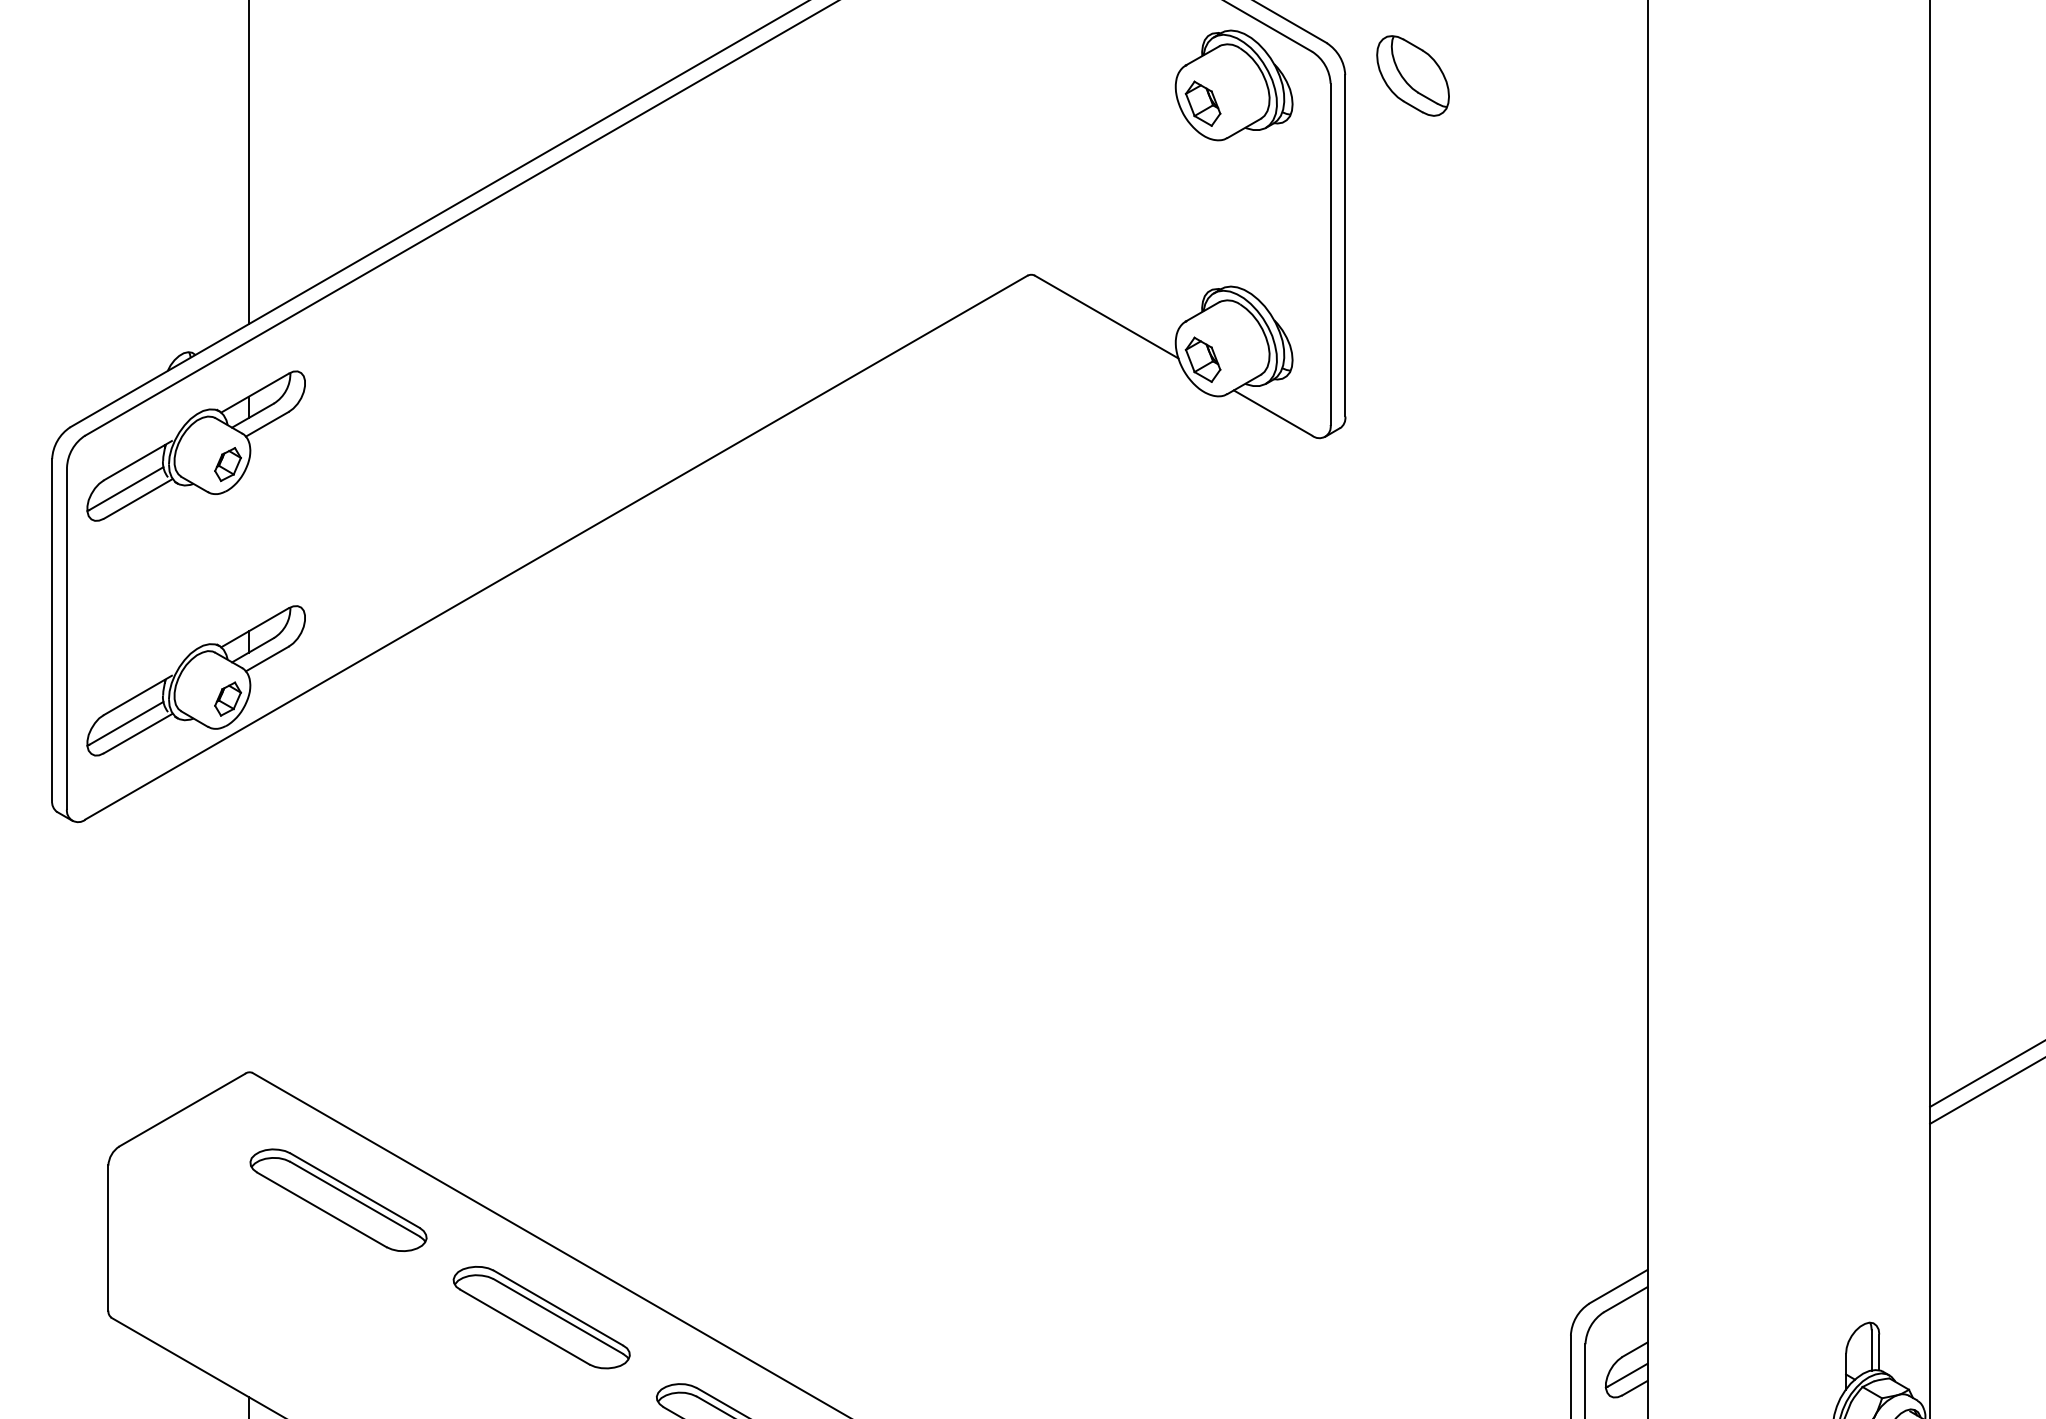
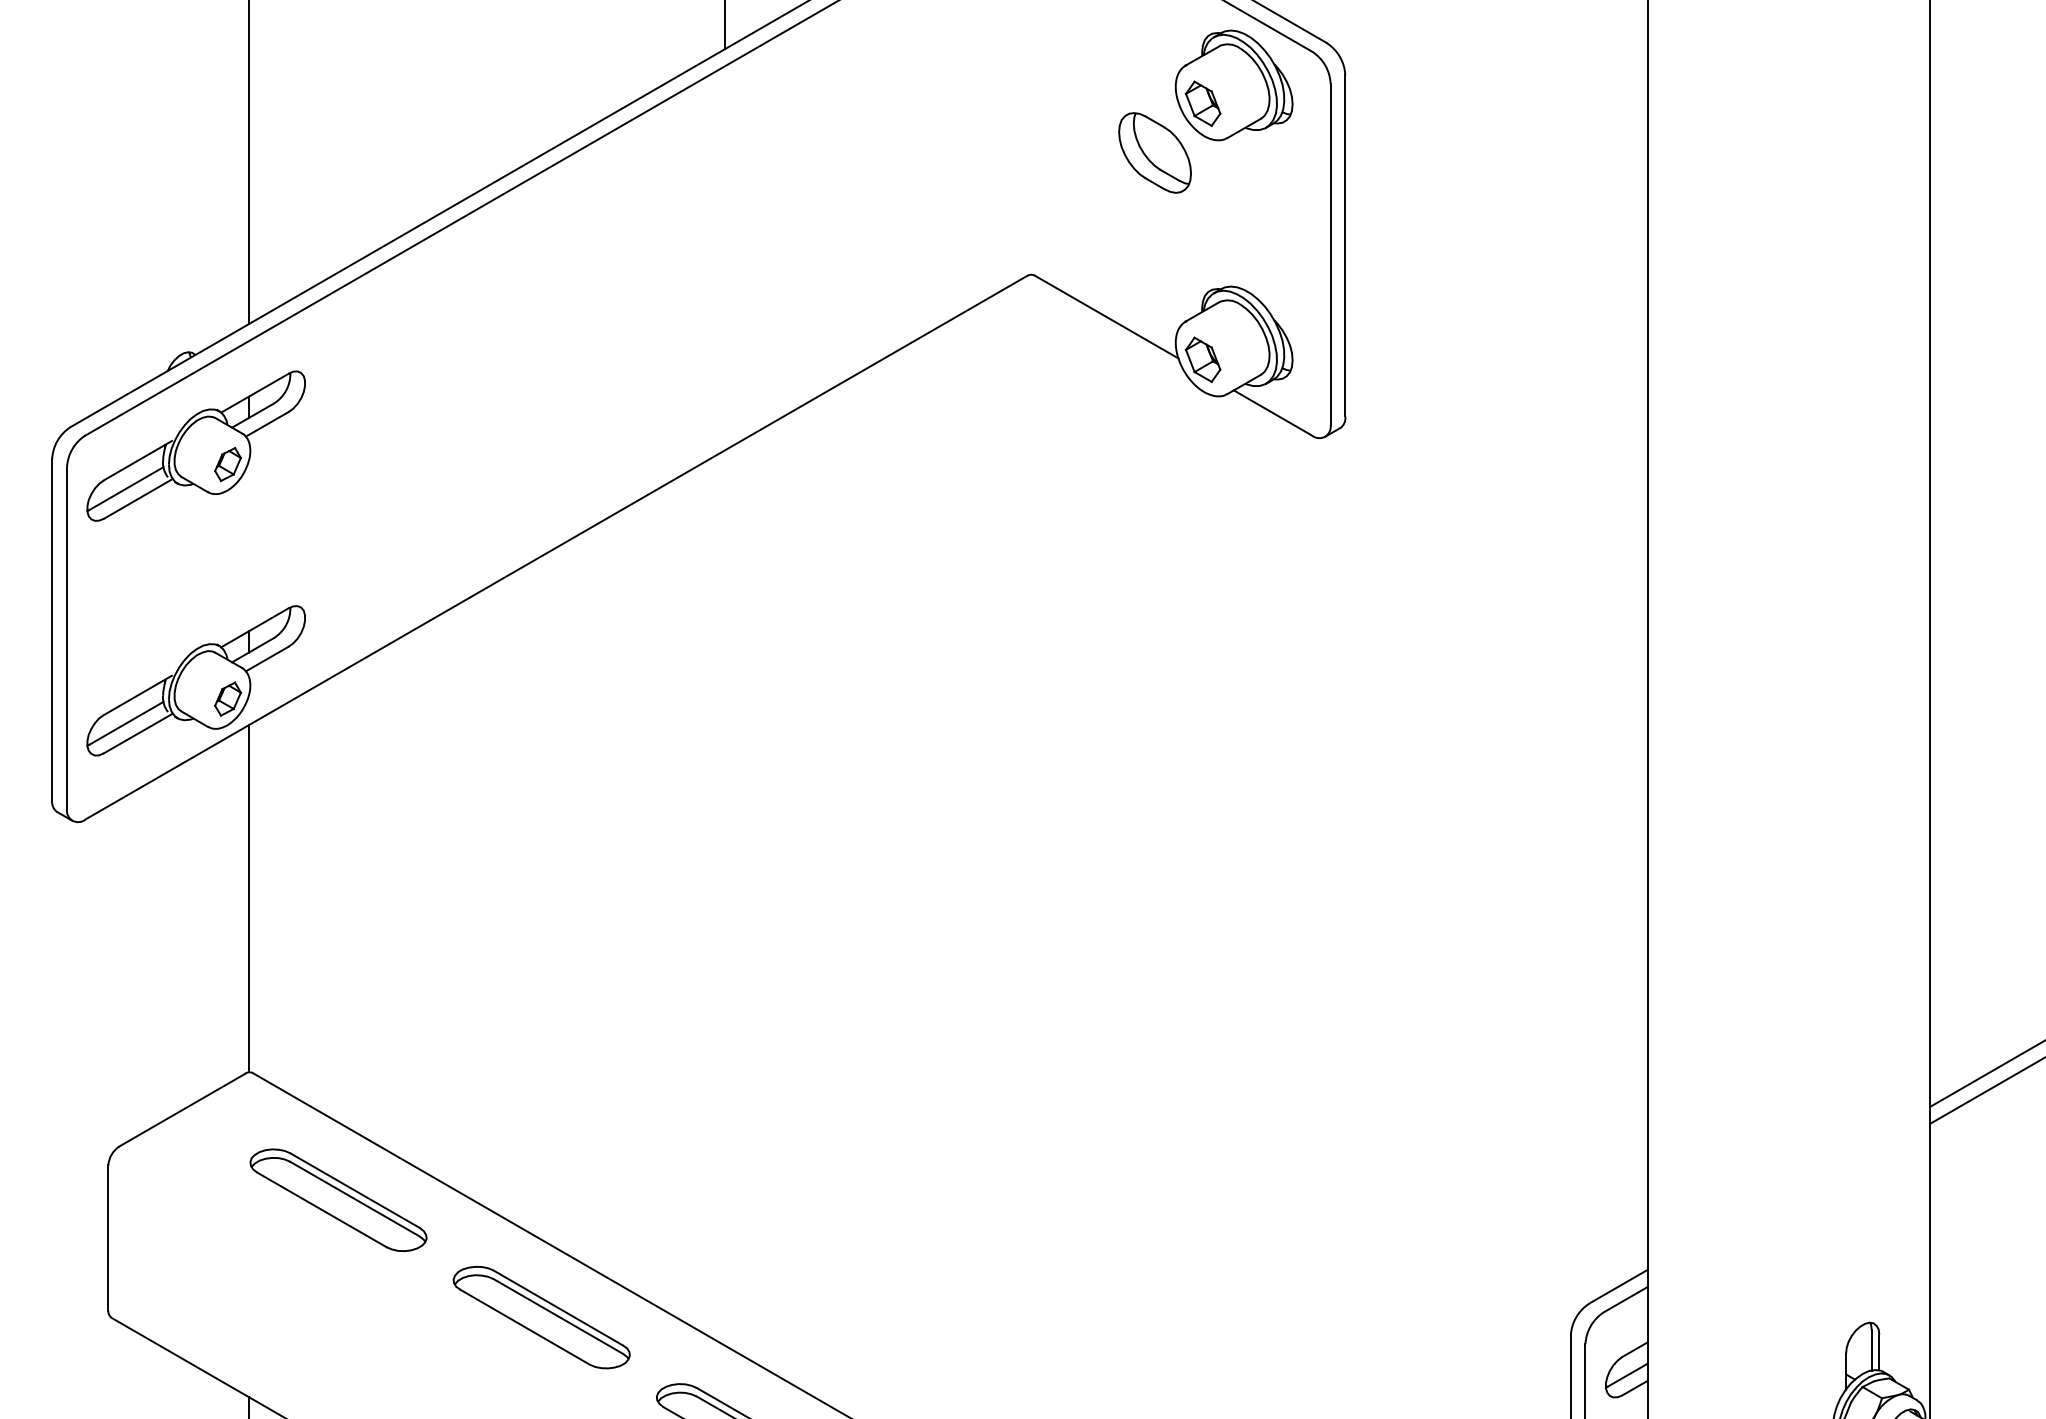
line at (724, 25): none -> present
part at (1412, 75) position: (1412, 75) -> (1154, 152)
line at (248, 898): none -> present
